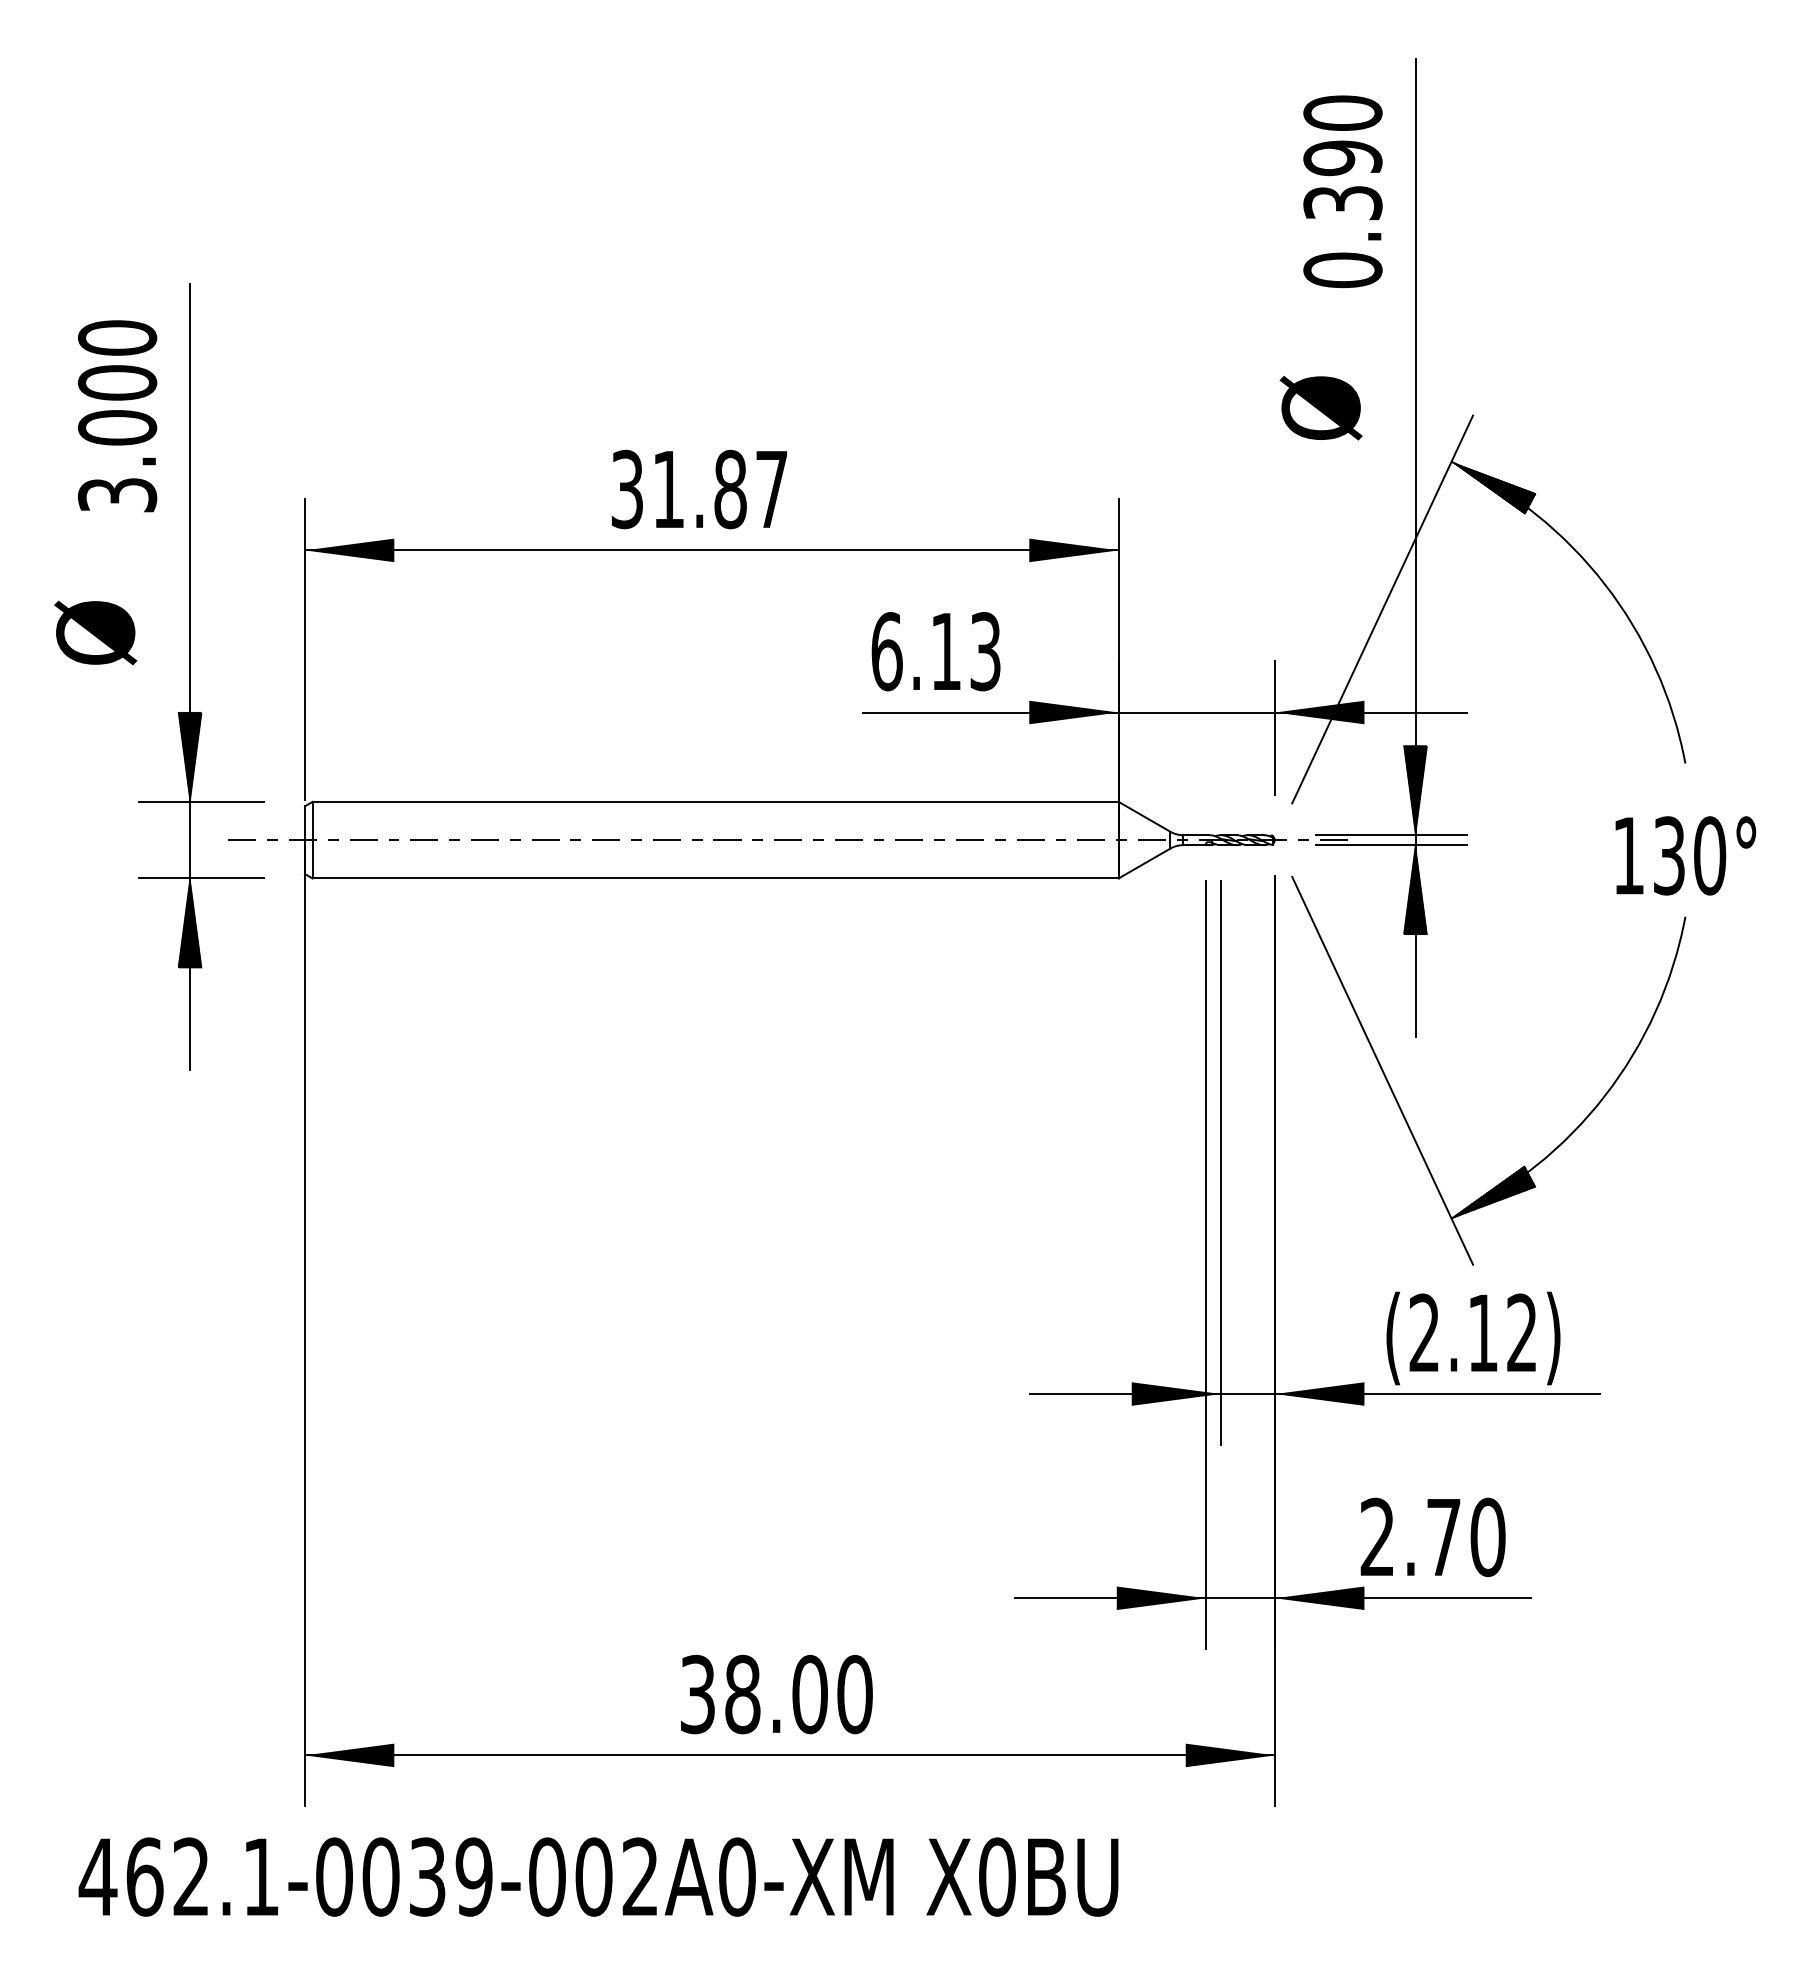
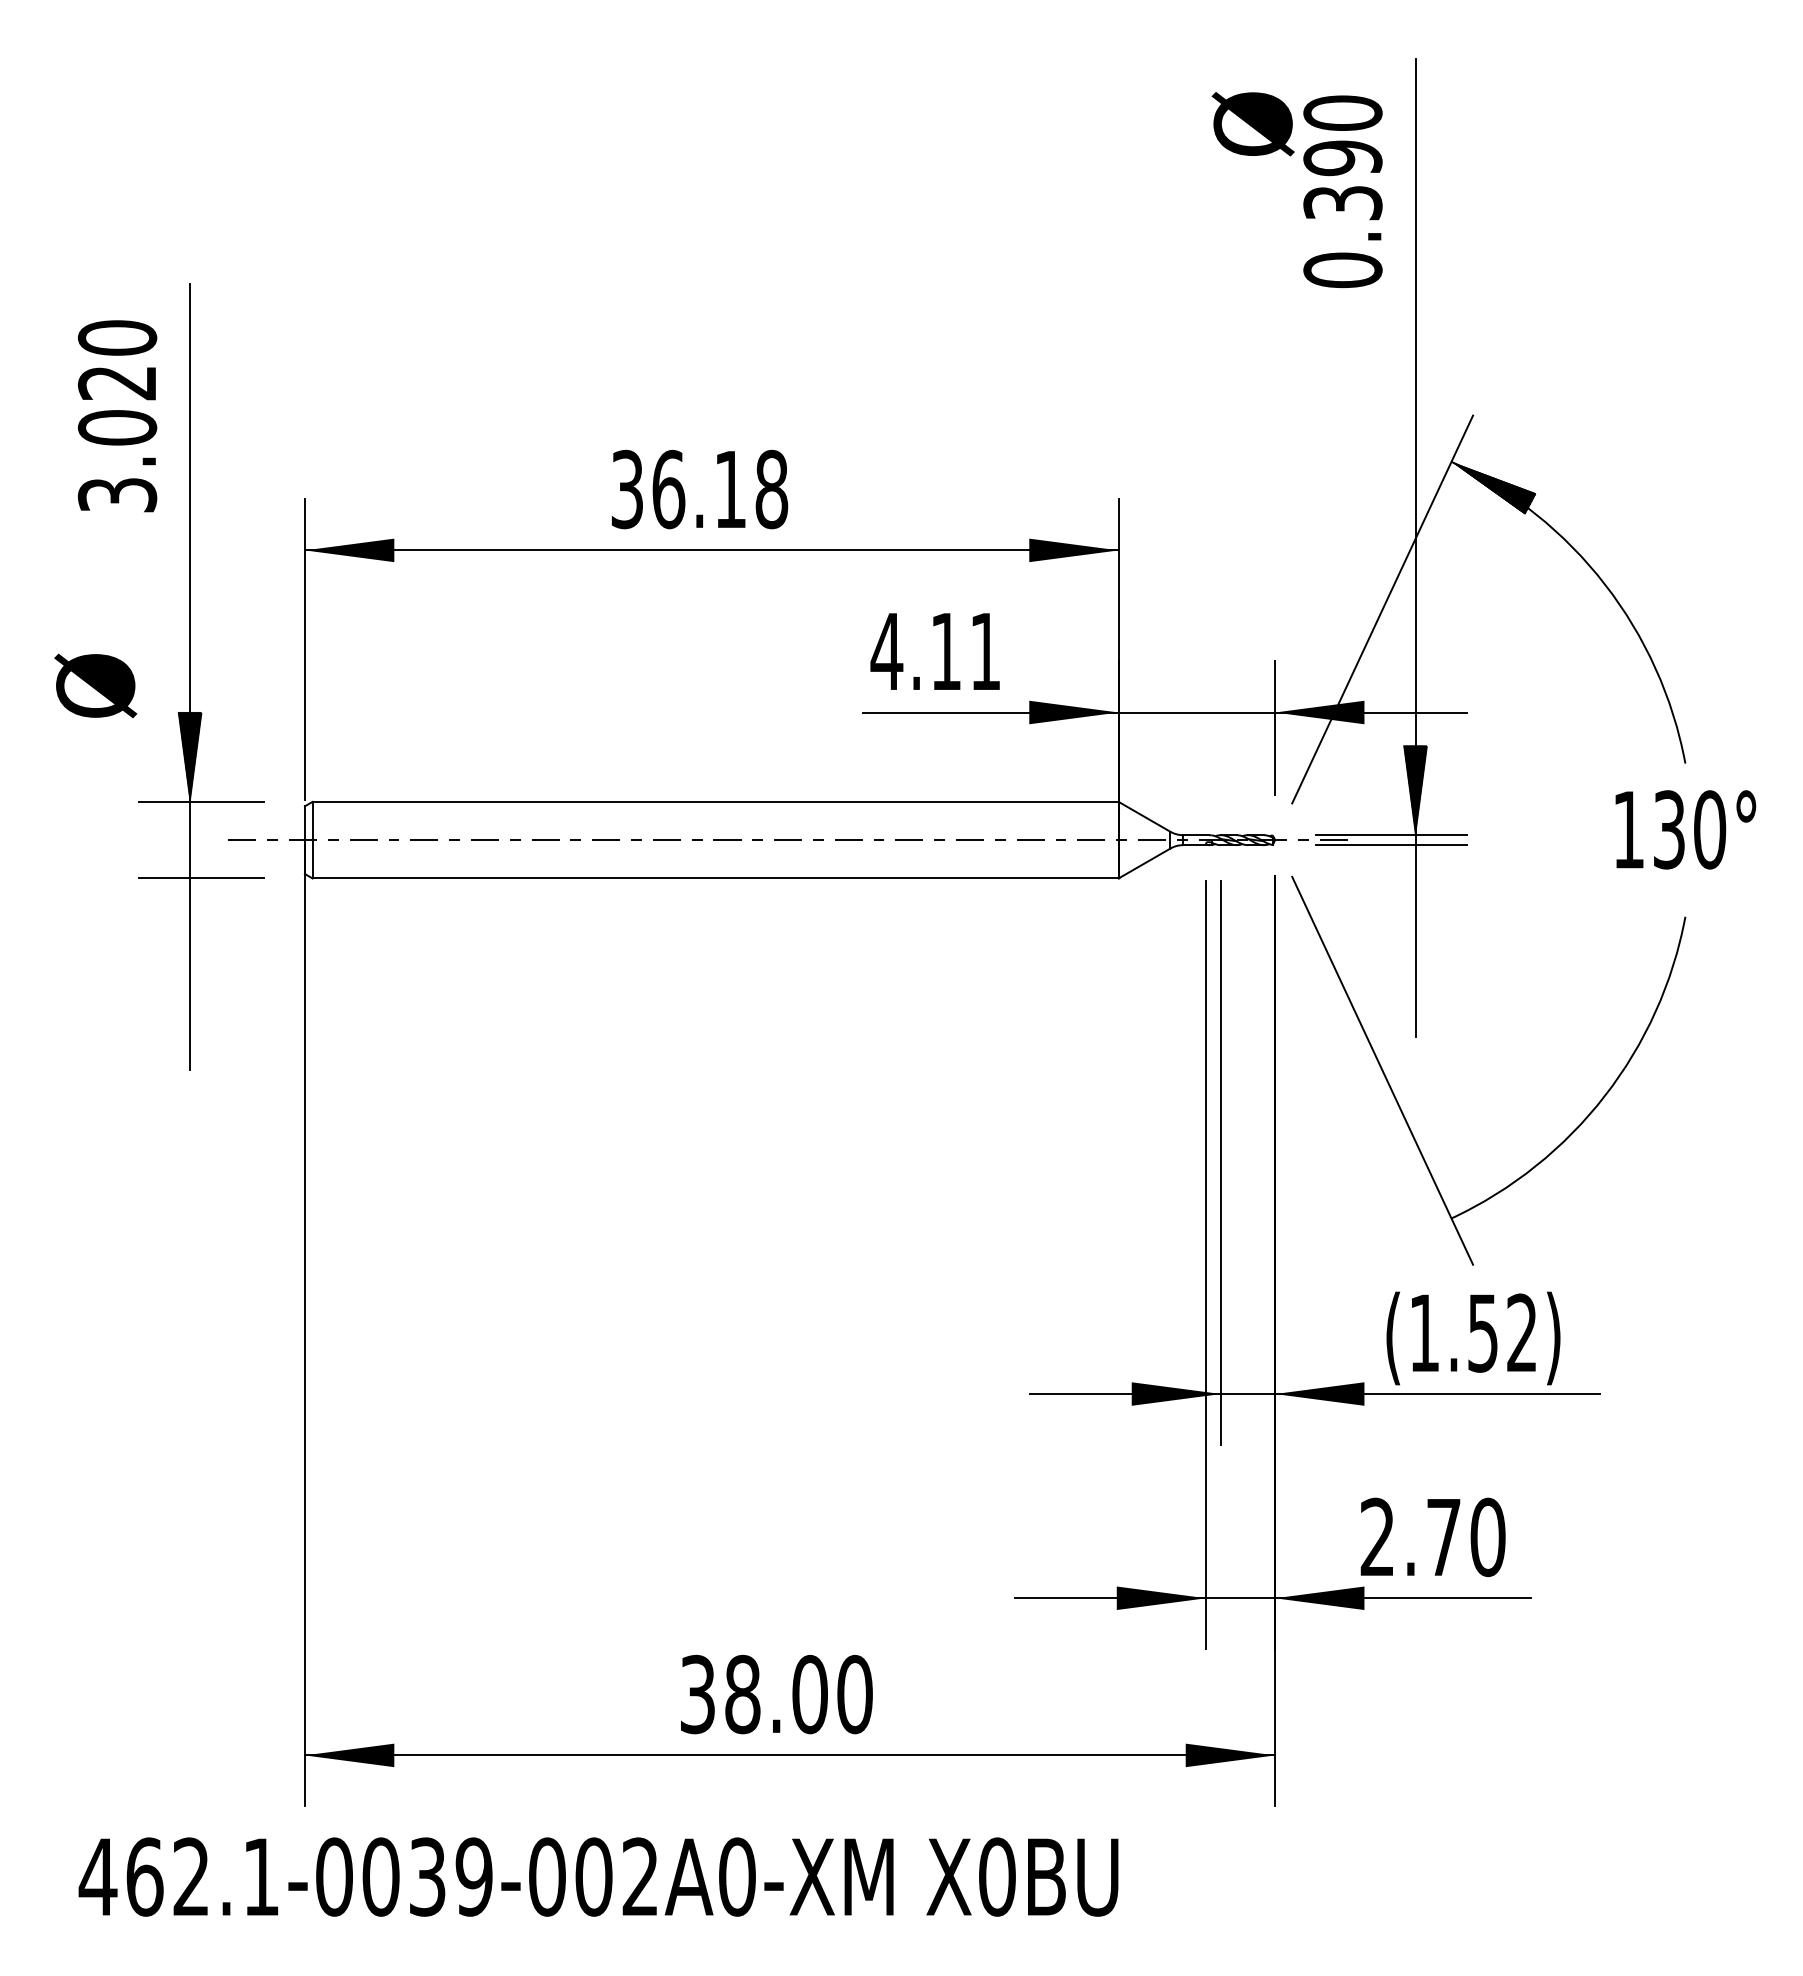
text at (117, 382): 3.000 -> 3.020
text at (1320, 408) position: (1320, 408) -> (1252, 124)
text at (720, 489): 31.87 -> 36.18
text at (95, 632) position: (95, 632) -> (95, 685)
text at (935, 651): 6.13 -> 4.11
text at (1685, 855) position: (1685, 855) -> (1685, 829)
hatch at (1415, 889): present -> none
hatch at (189, 922): present -> none
hatch at (1493, 1192): present -> none
text at (1453, 1332): (2.12) -> (1.52)
